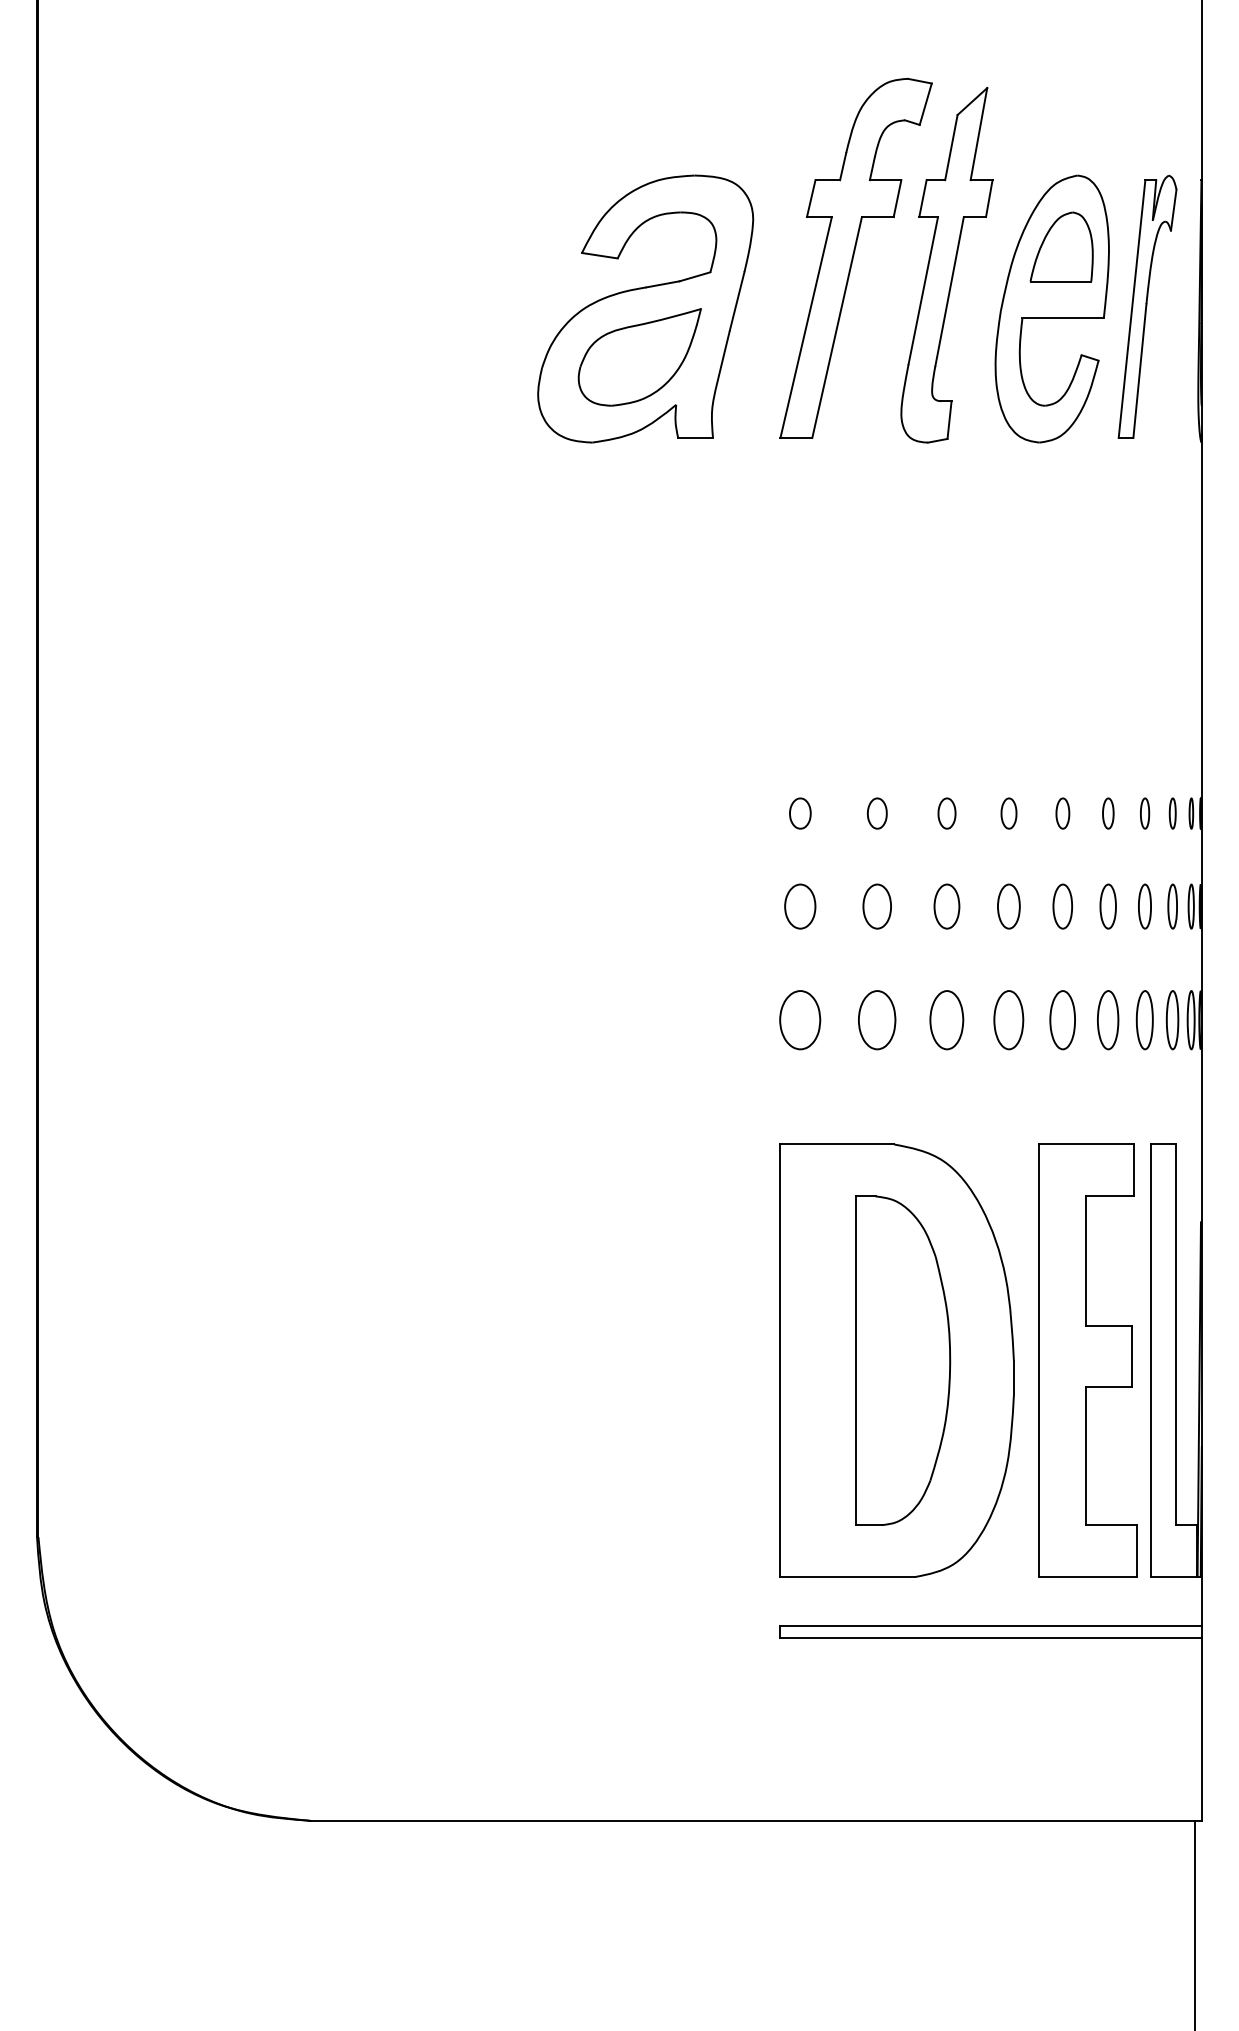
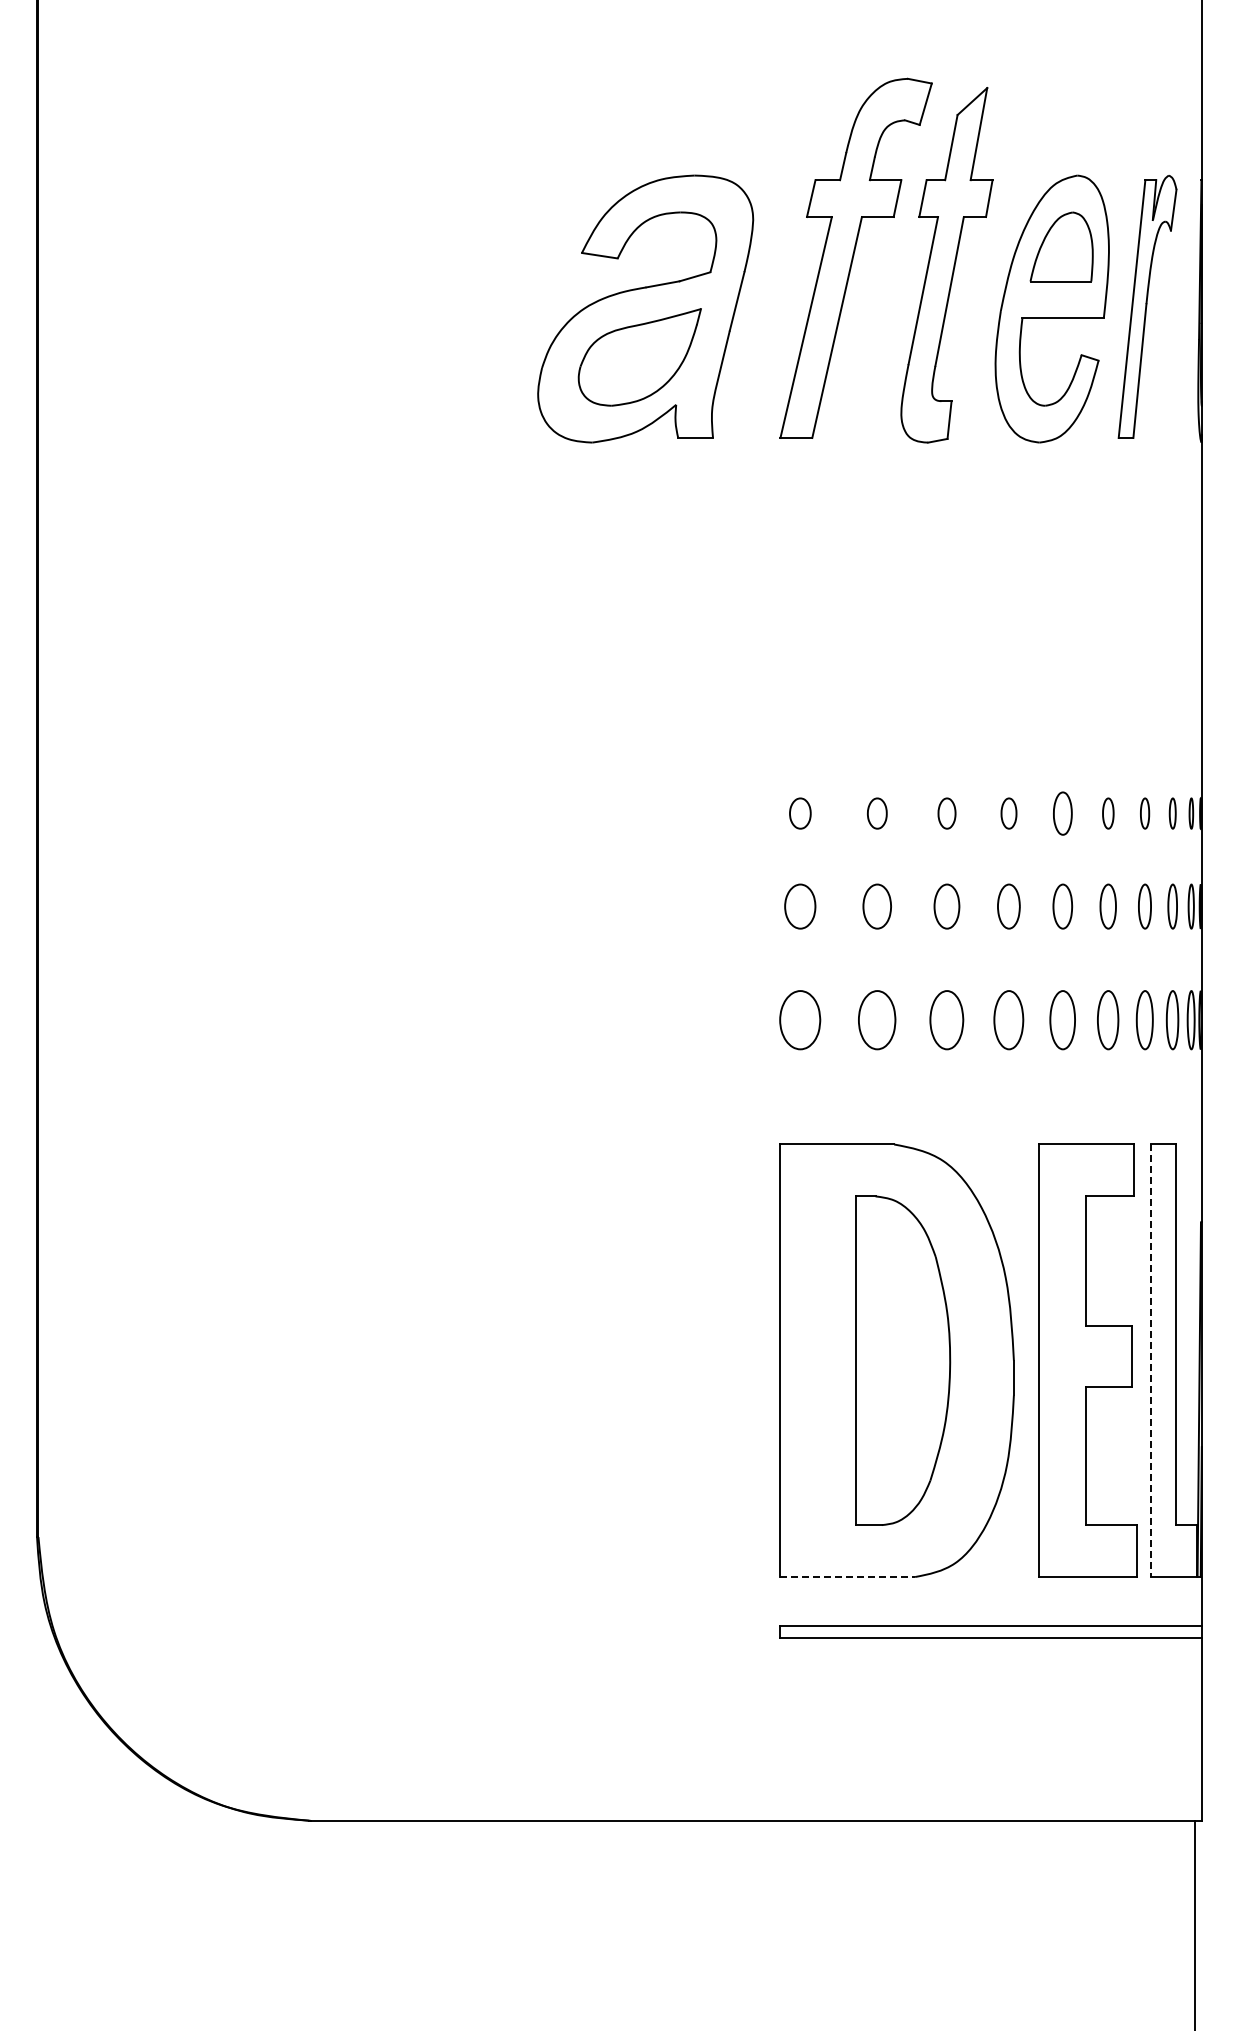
part at (1062, 813) size: 16x33 px -> 20x45 px
line at (1151, 1361): solid -> dashed
line at (848, 1577): solid -> dashed
